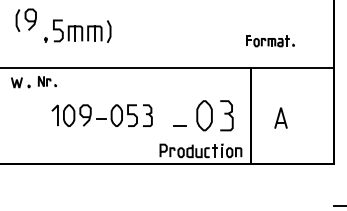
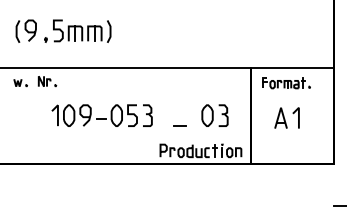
part at (25, 19) position: (25, 19) -> (25, 30)
part at (270, 41) position: (270, 41) -> (286, 83)
part at (20, 82) size: 20x12 px -> 15x9 px
part at (214, 115) size: 38x32 px -> 28x23 px
line at (298, 117): none -> present
